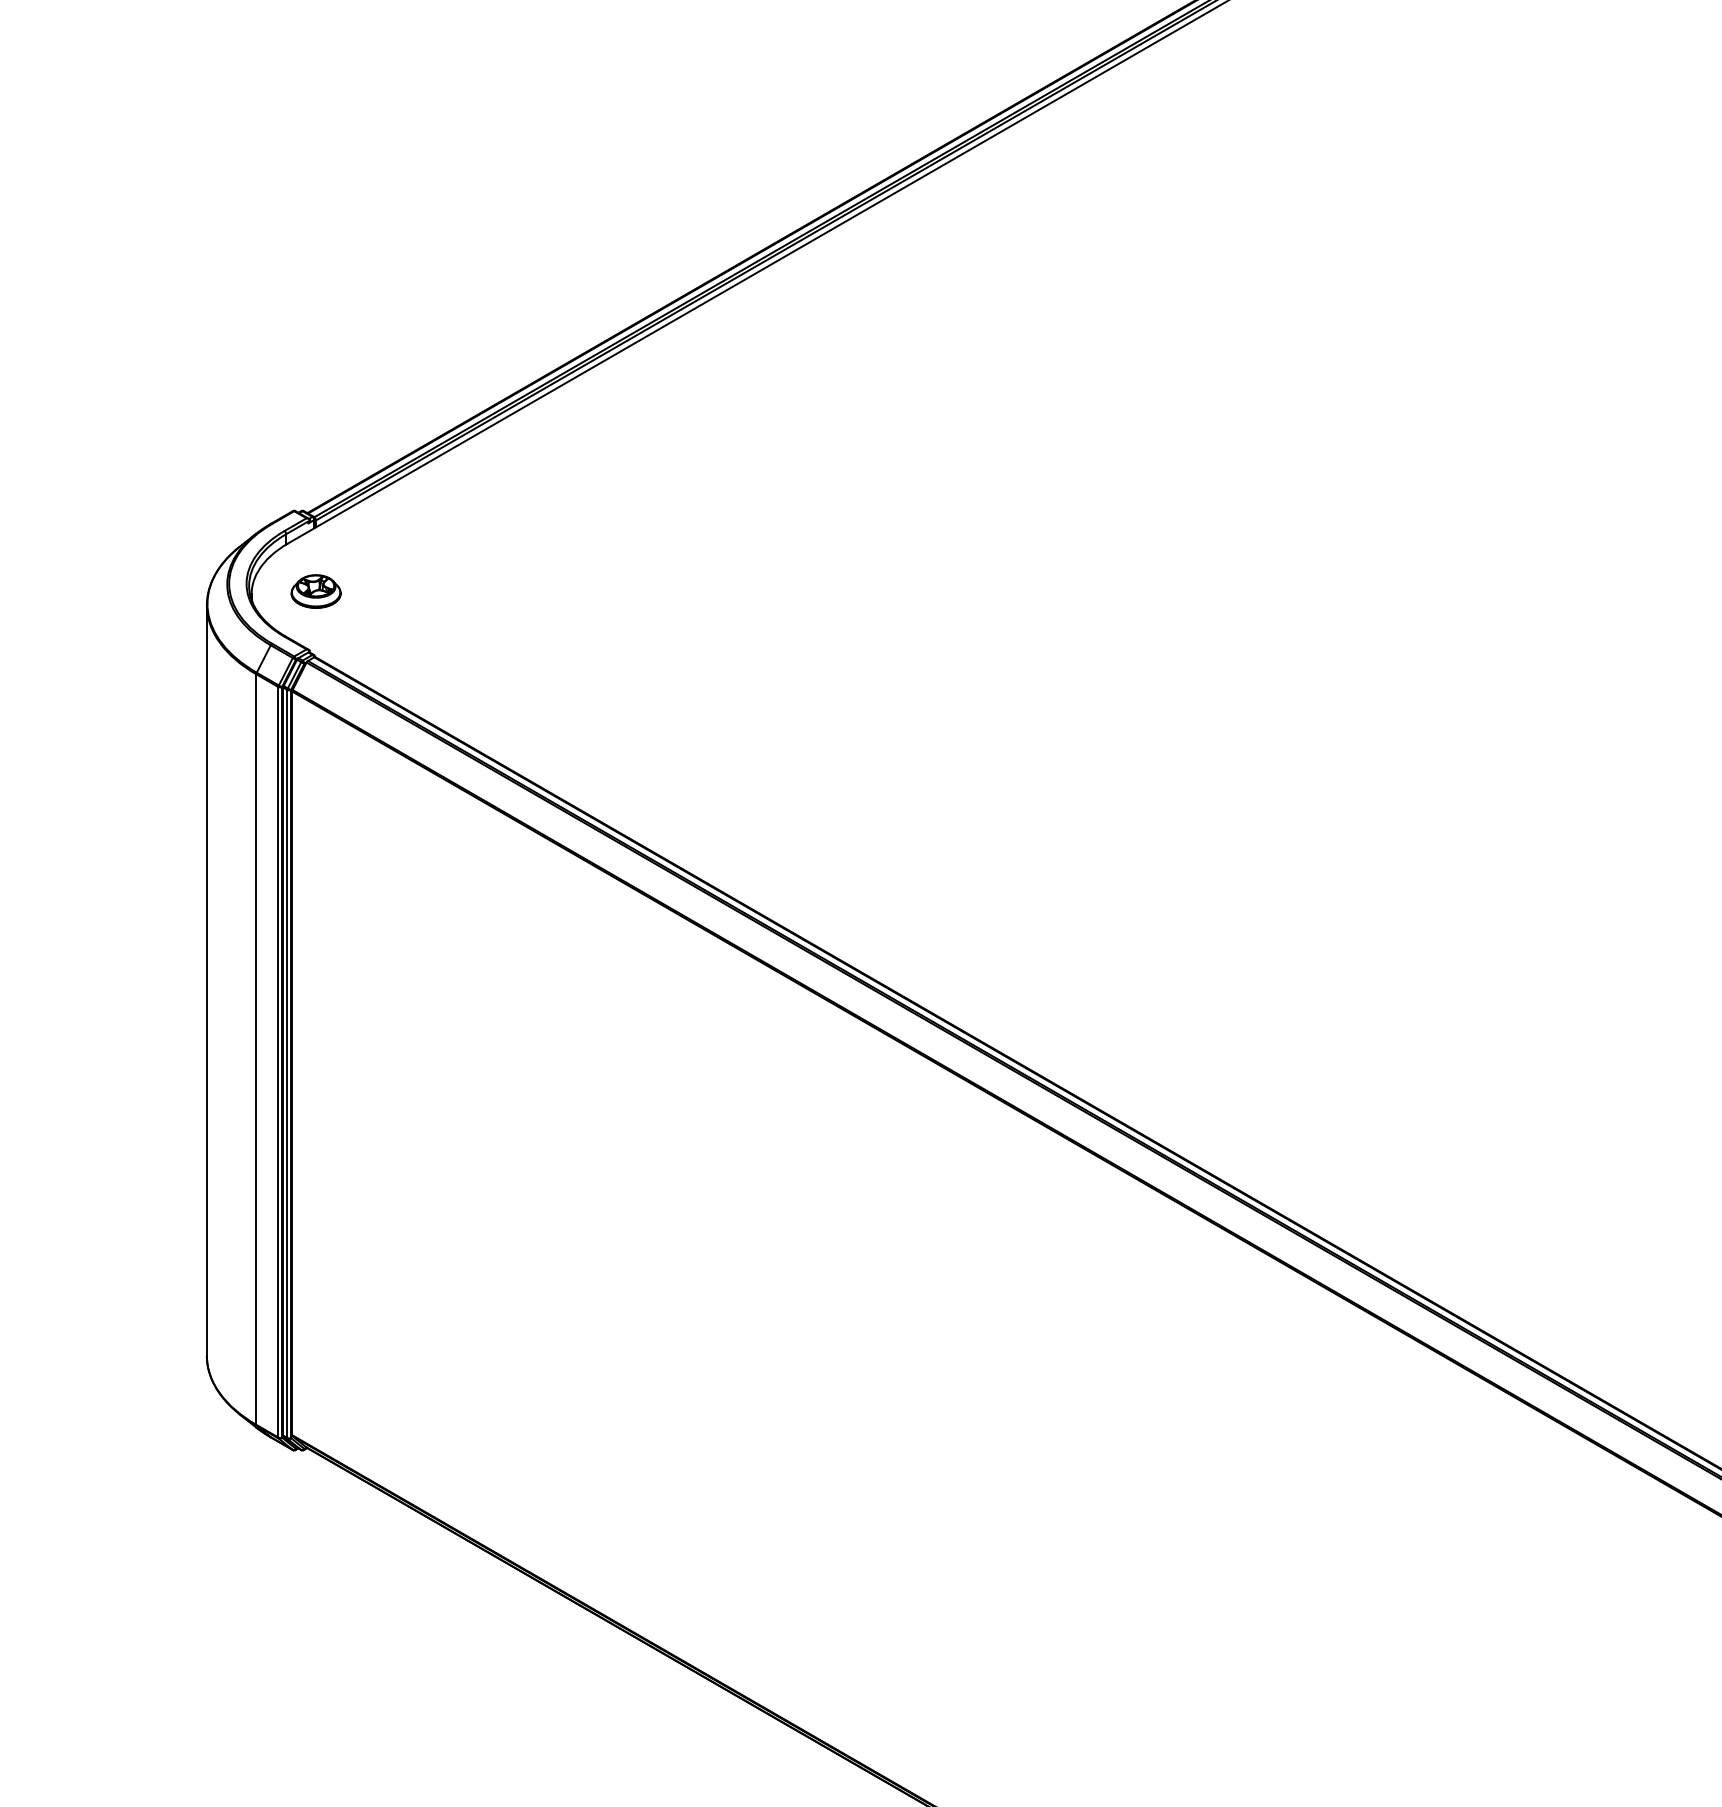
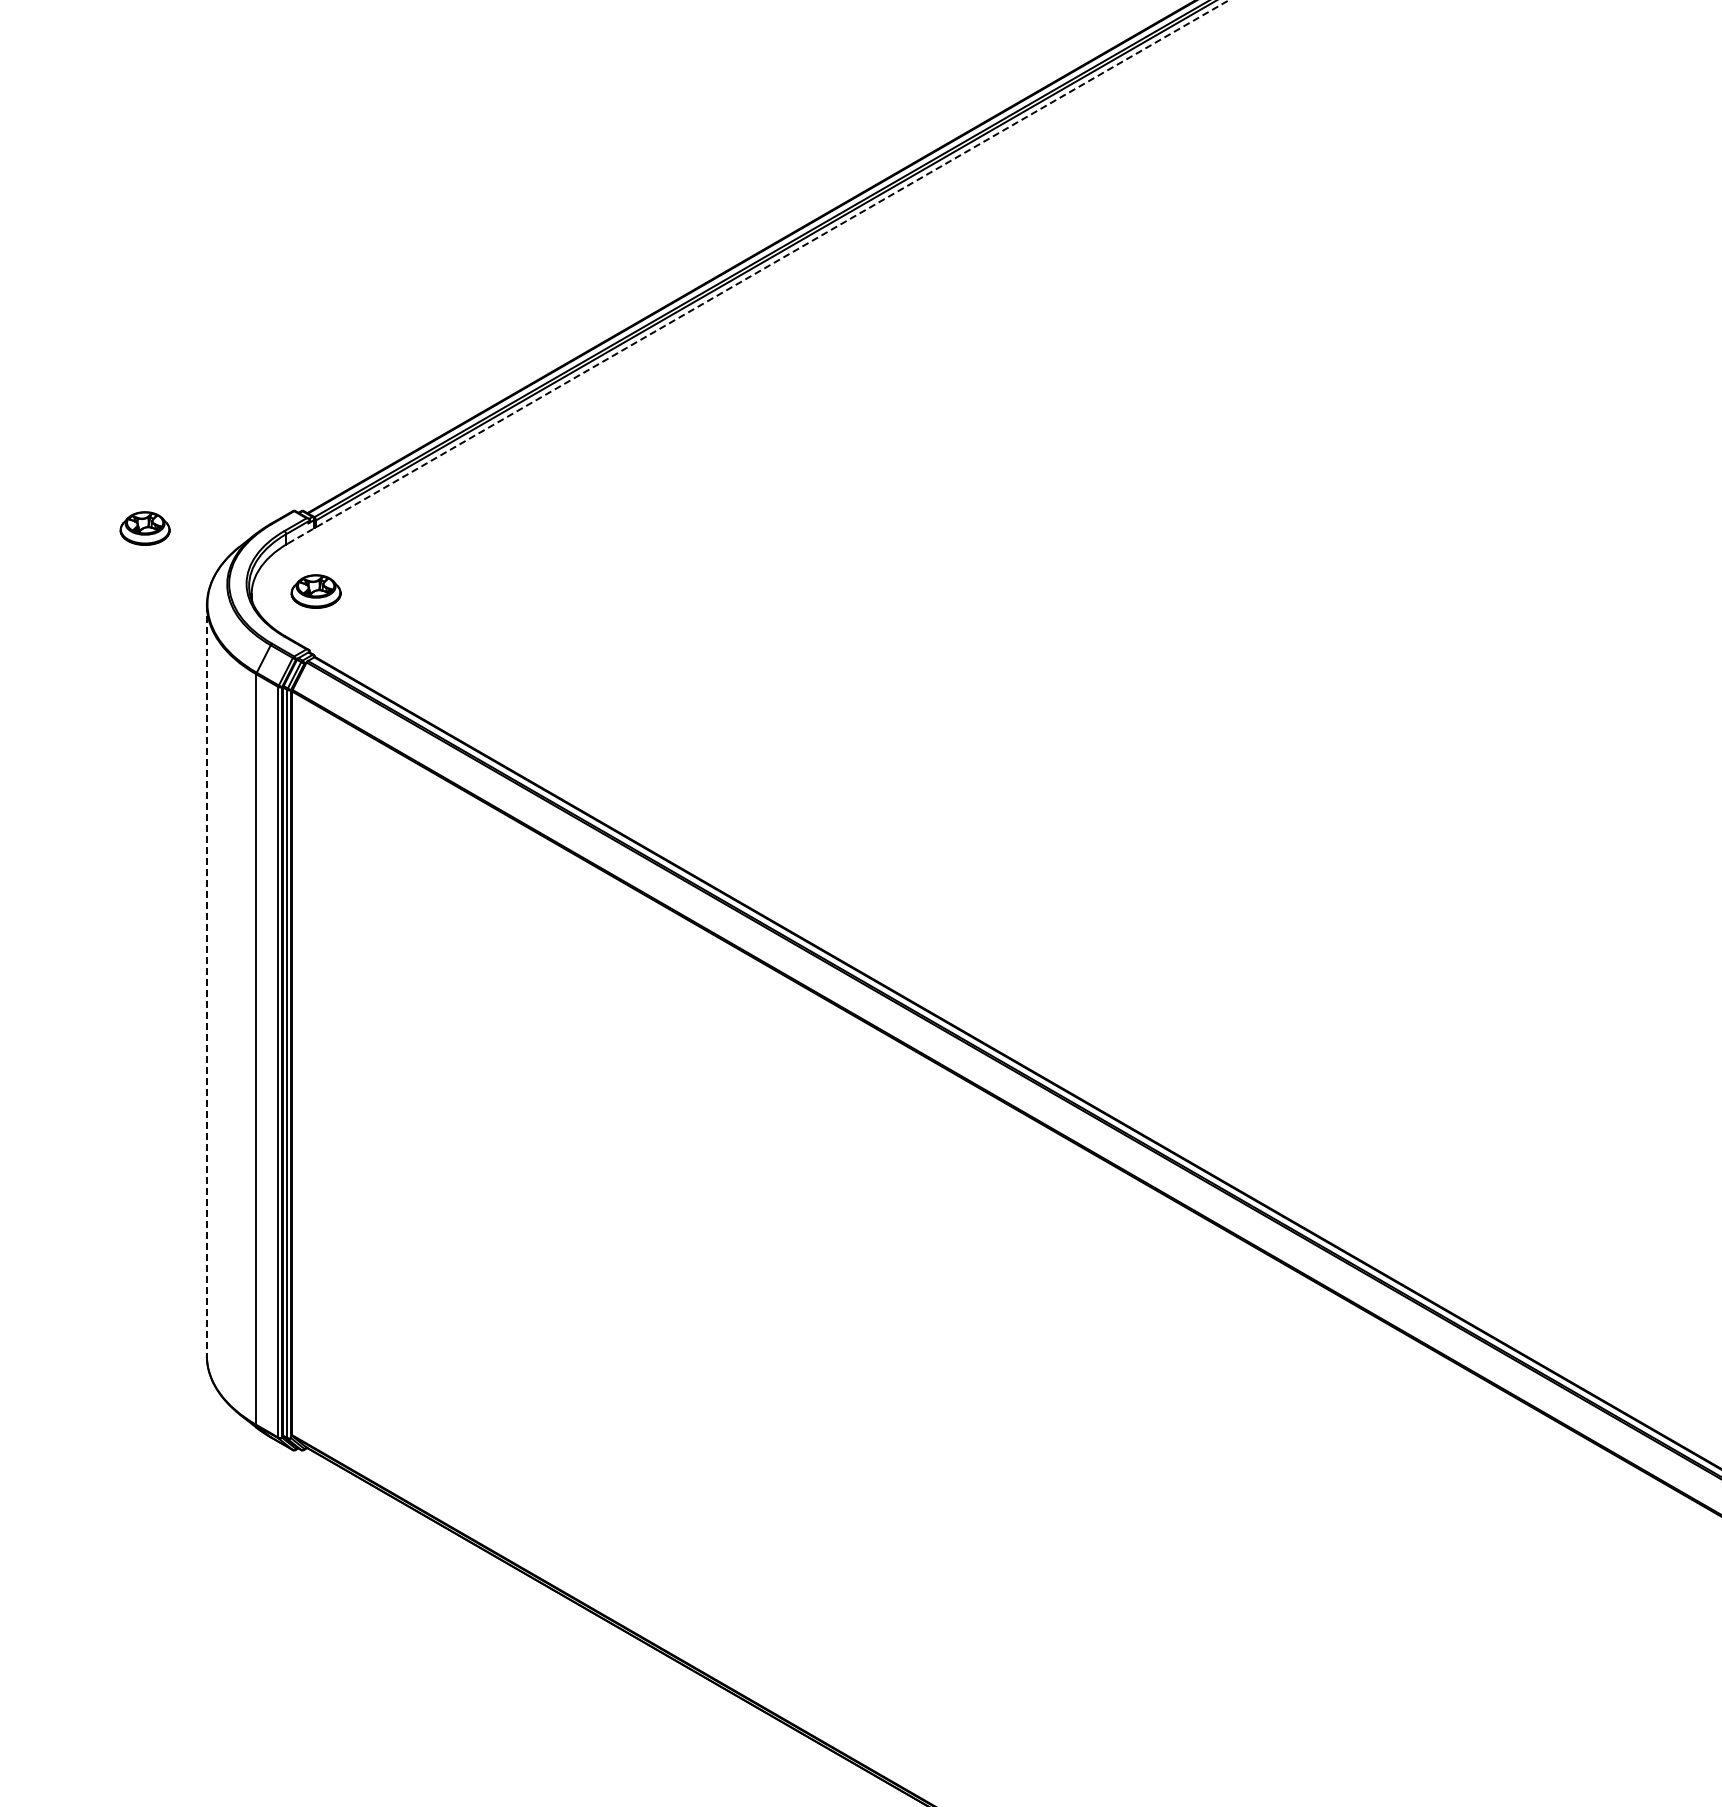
line at (759, 271): solid -> dashed
part at (144, 528): none -> present
line at (206, 981): solid -> dashed
